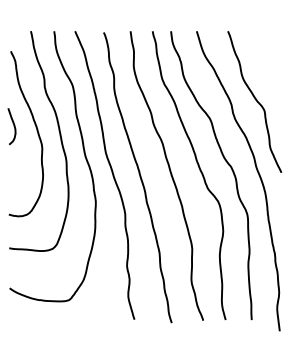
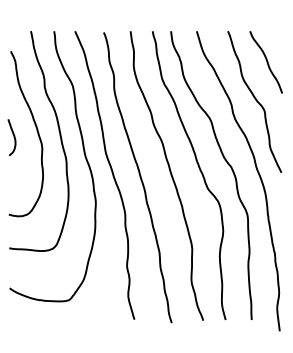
curve at (266, 62): none -> present
curve at (13, 126) position: (13, 126) -> (13, 137)
